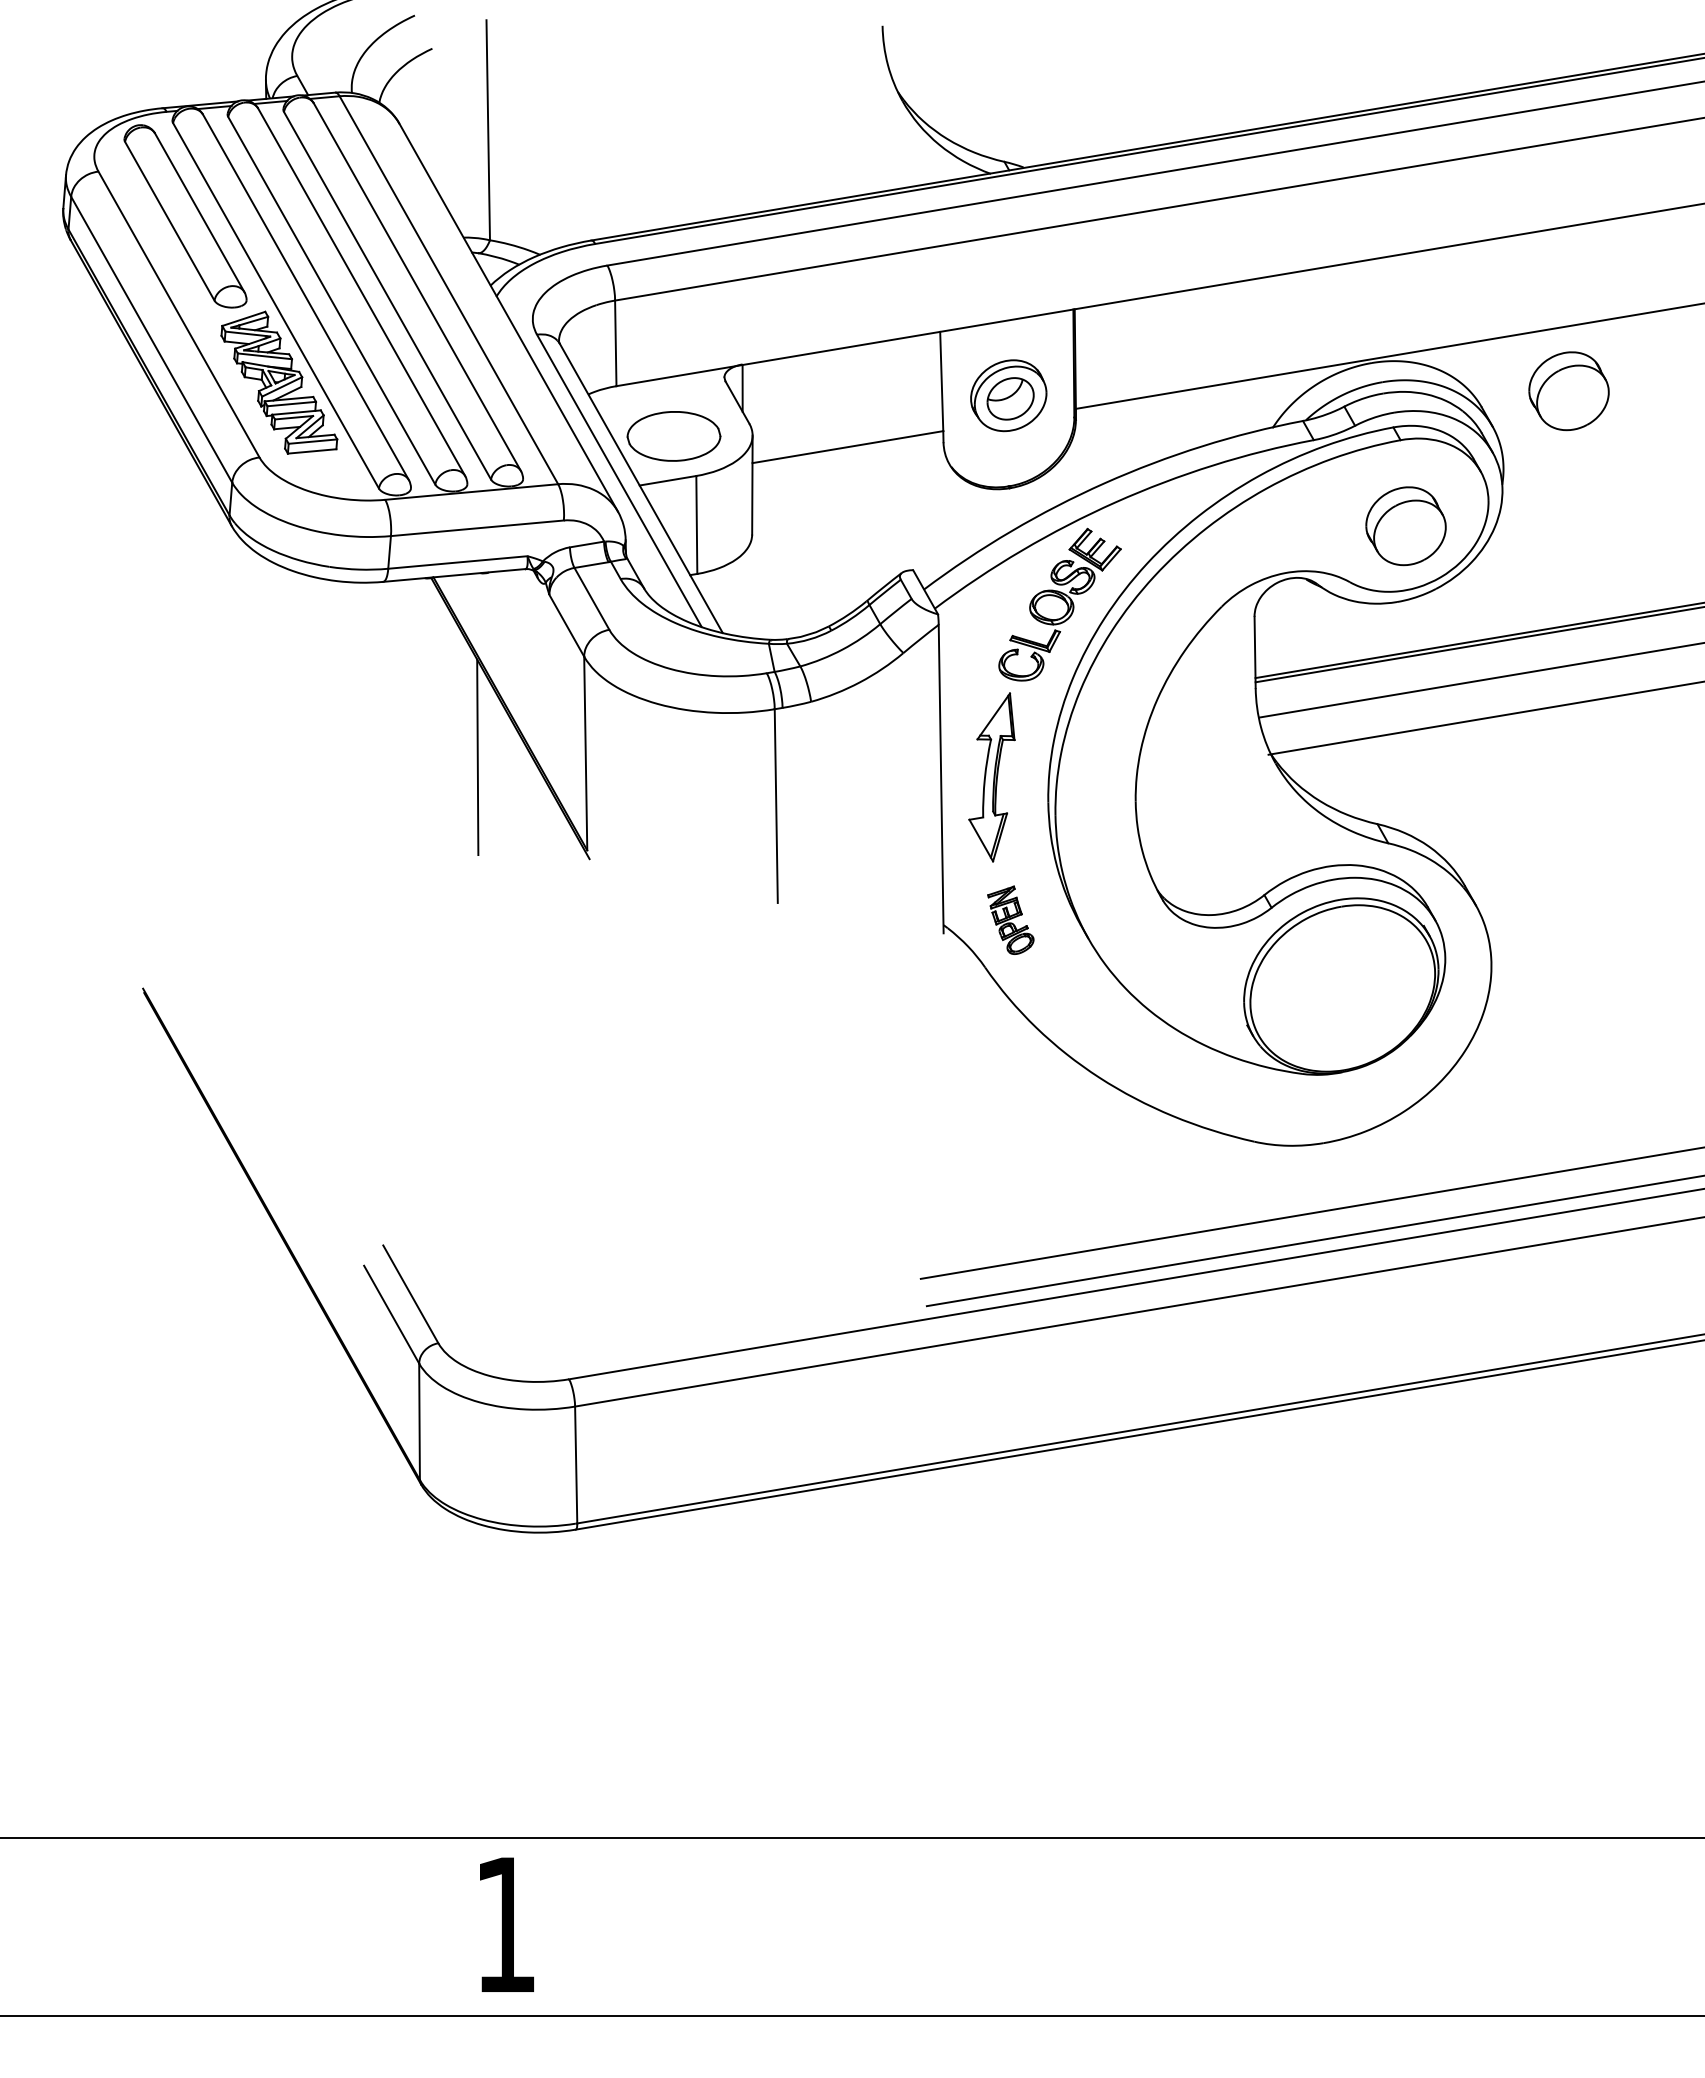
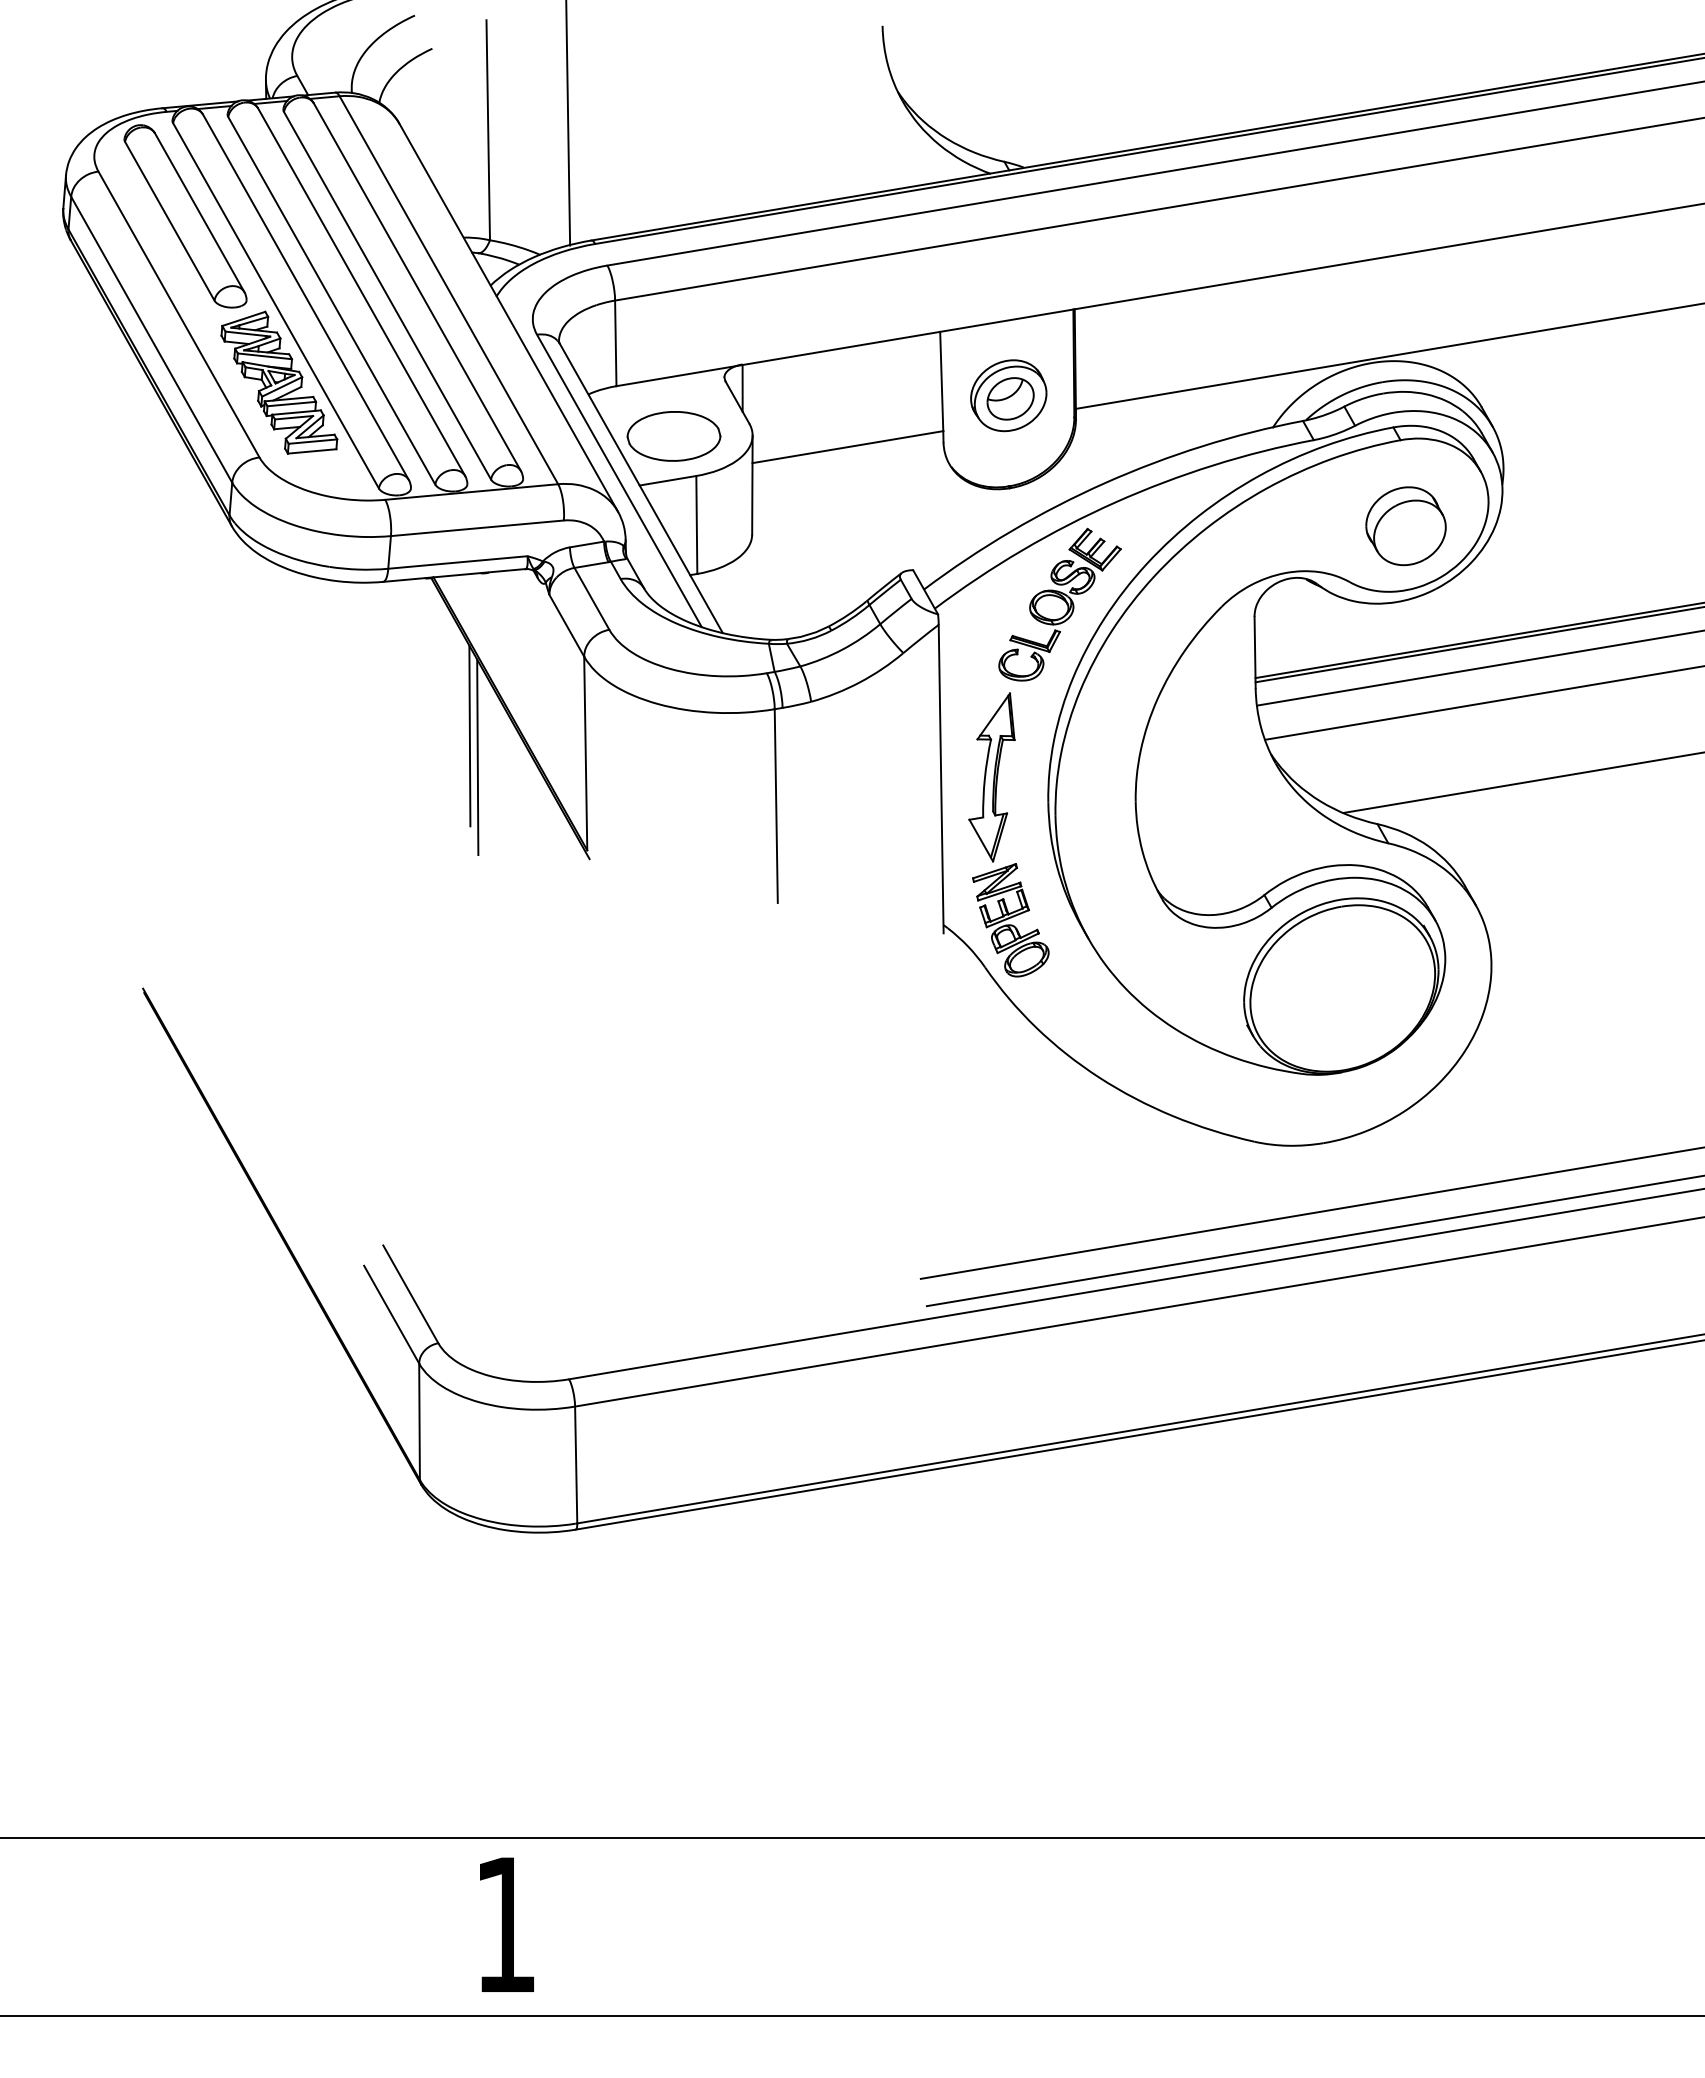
line at (568, 123): none -> present
part at (1568, 391): present -> none
line at (1480, 680) position: (1480, 680) -> (1479, 668)
line at (1484, 718) position: (1484, 718) -> (1483, 702)
line at (469, 735): none -> present
line at (1522, 782): none -> present
part at (1010, 919) size: 48x70 px -> 78x115 px
